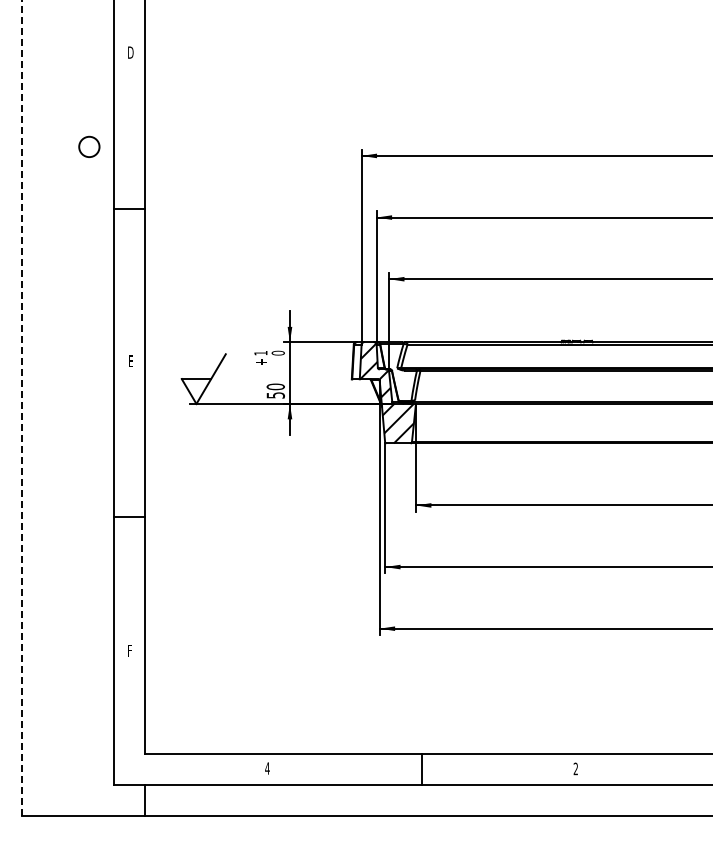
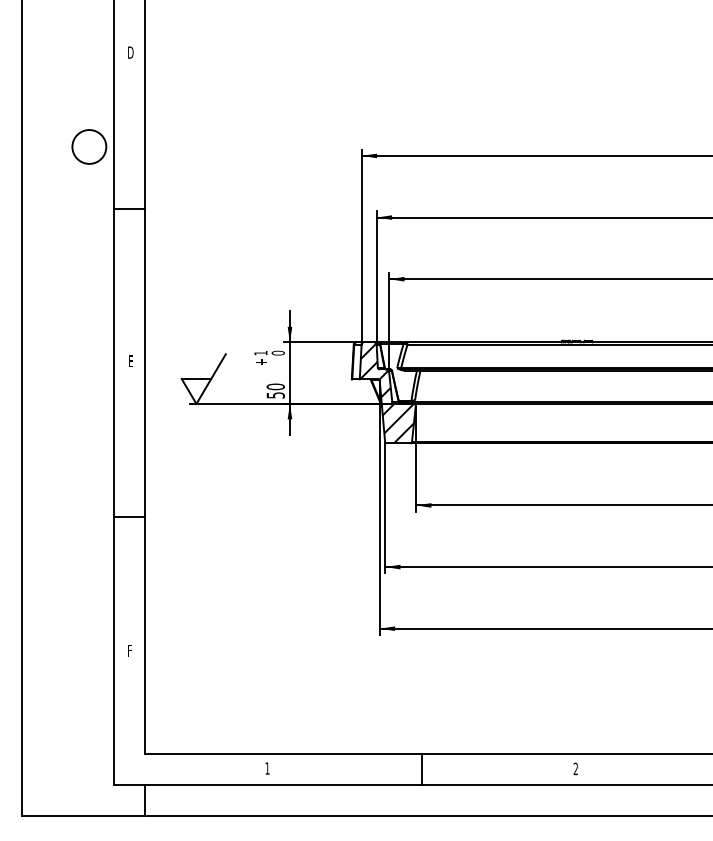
circle at (89, 146) diameter: 20 px -> 34 px
line at (21, 407): dashed -> solid
text at (267, 768): 4 -> 1
